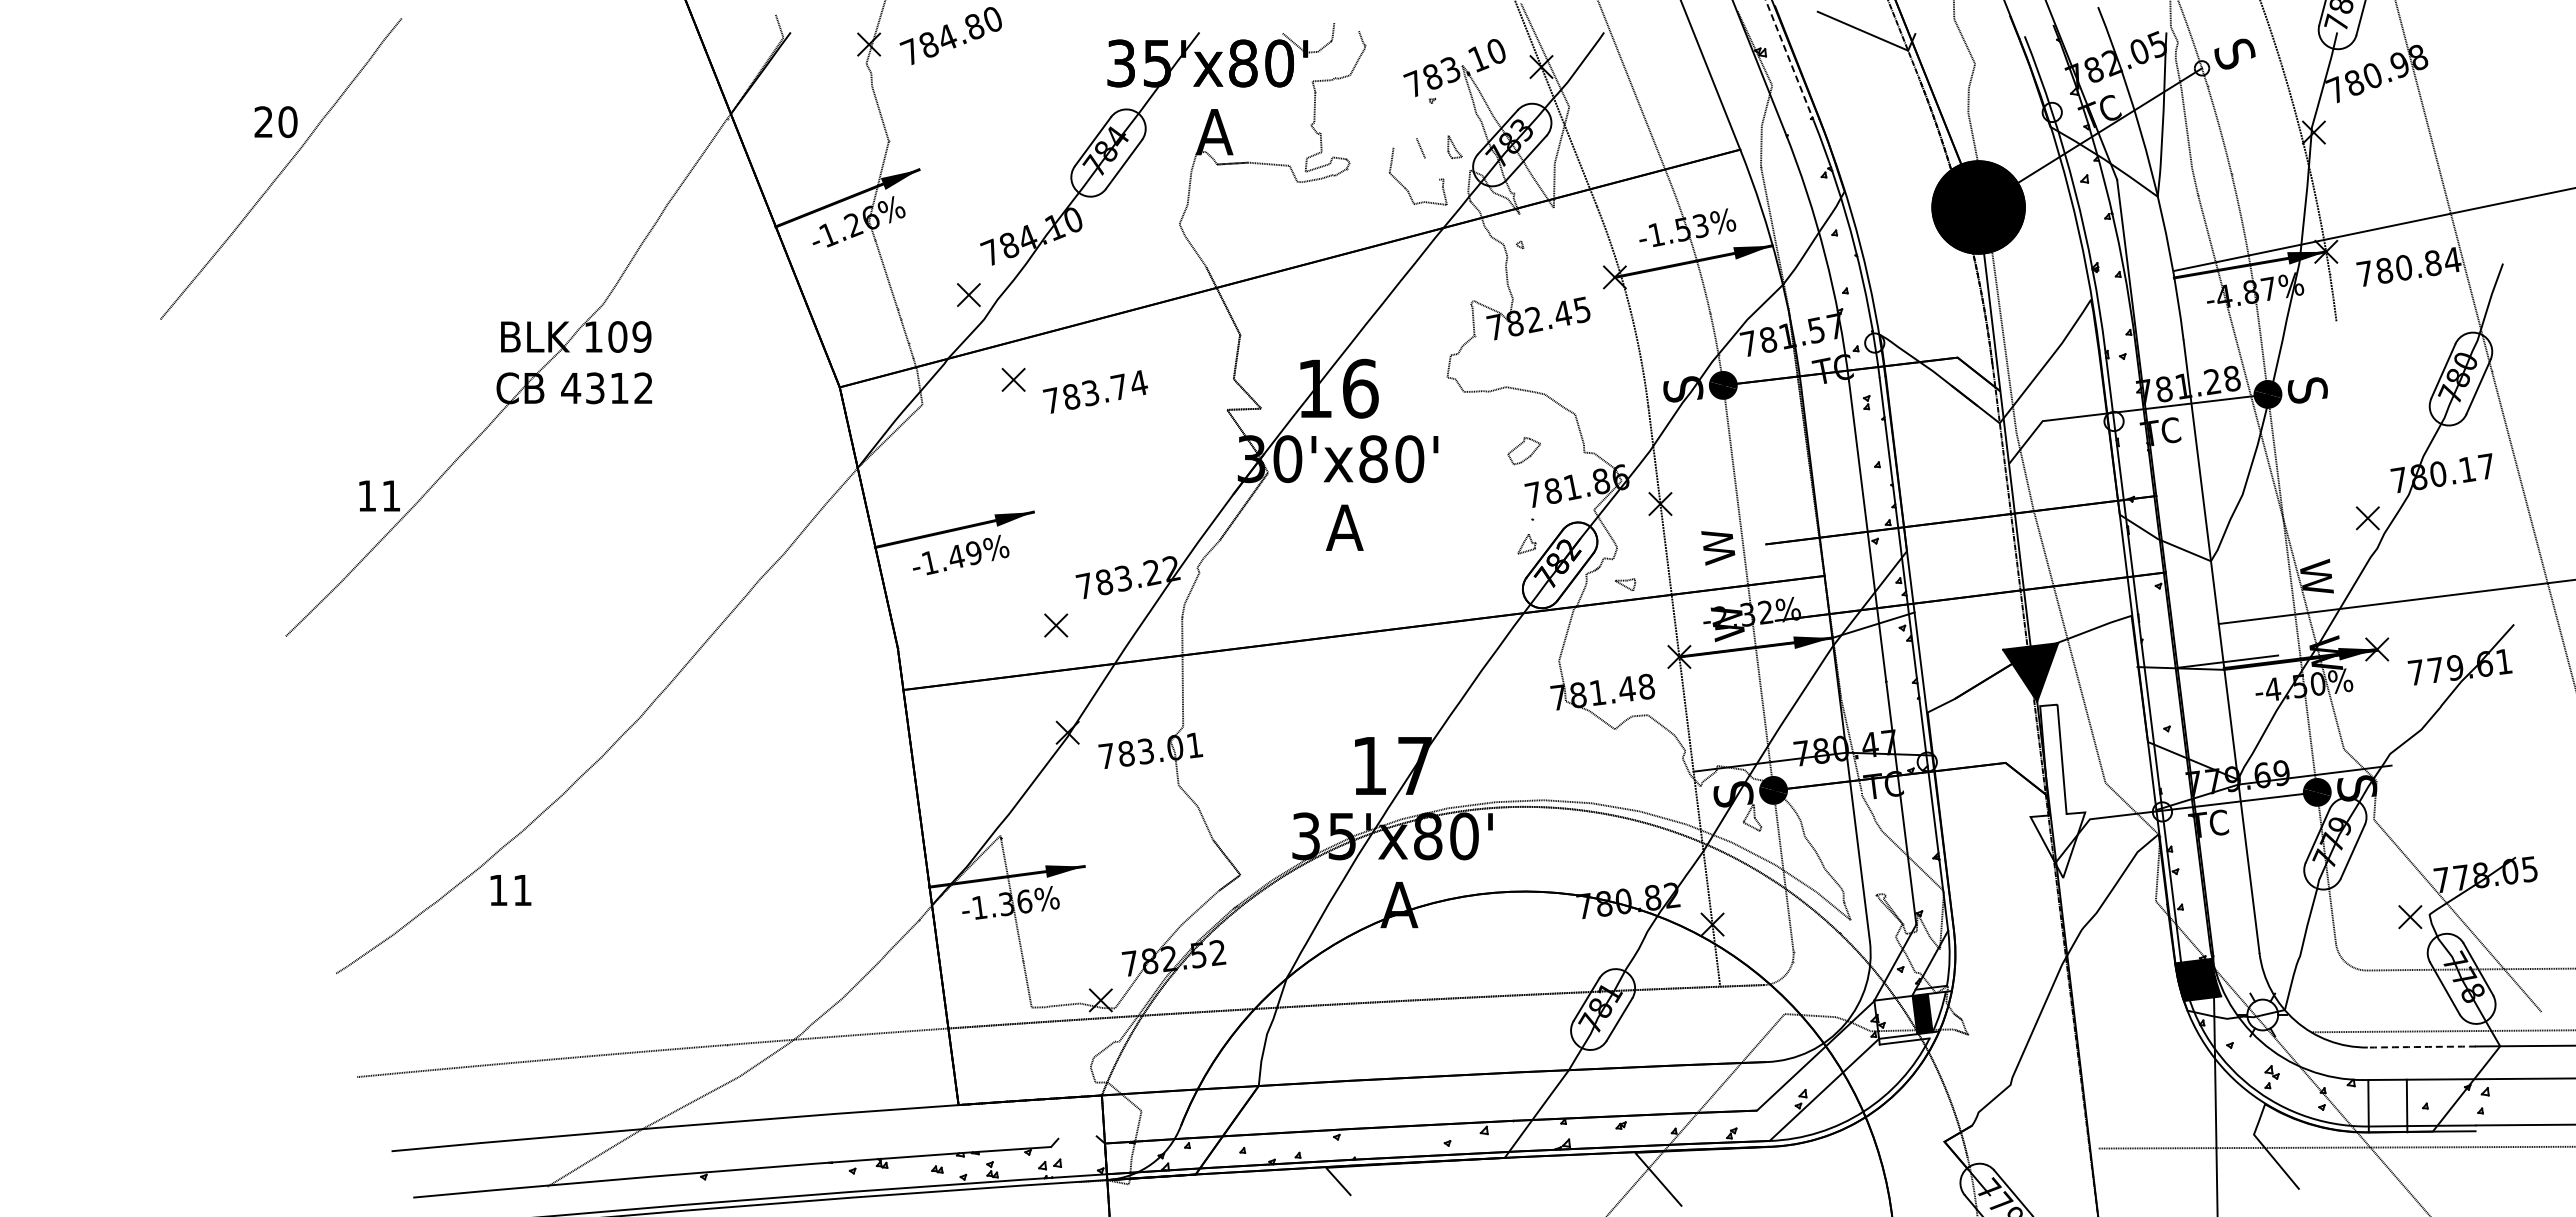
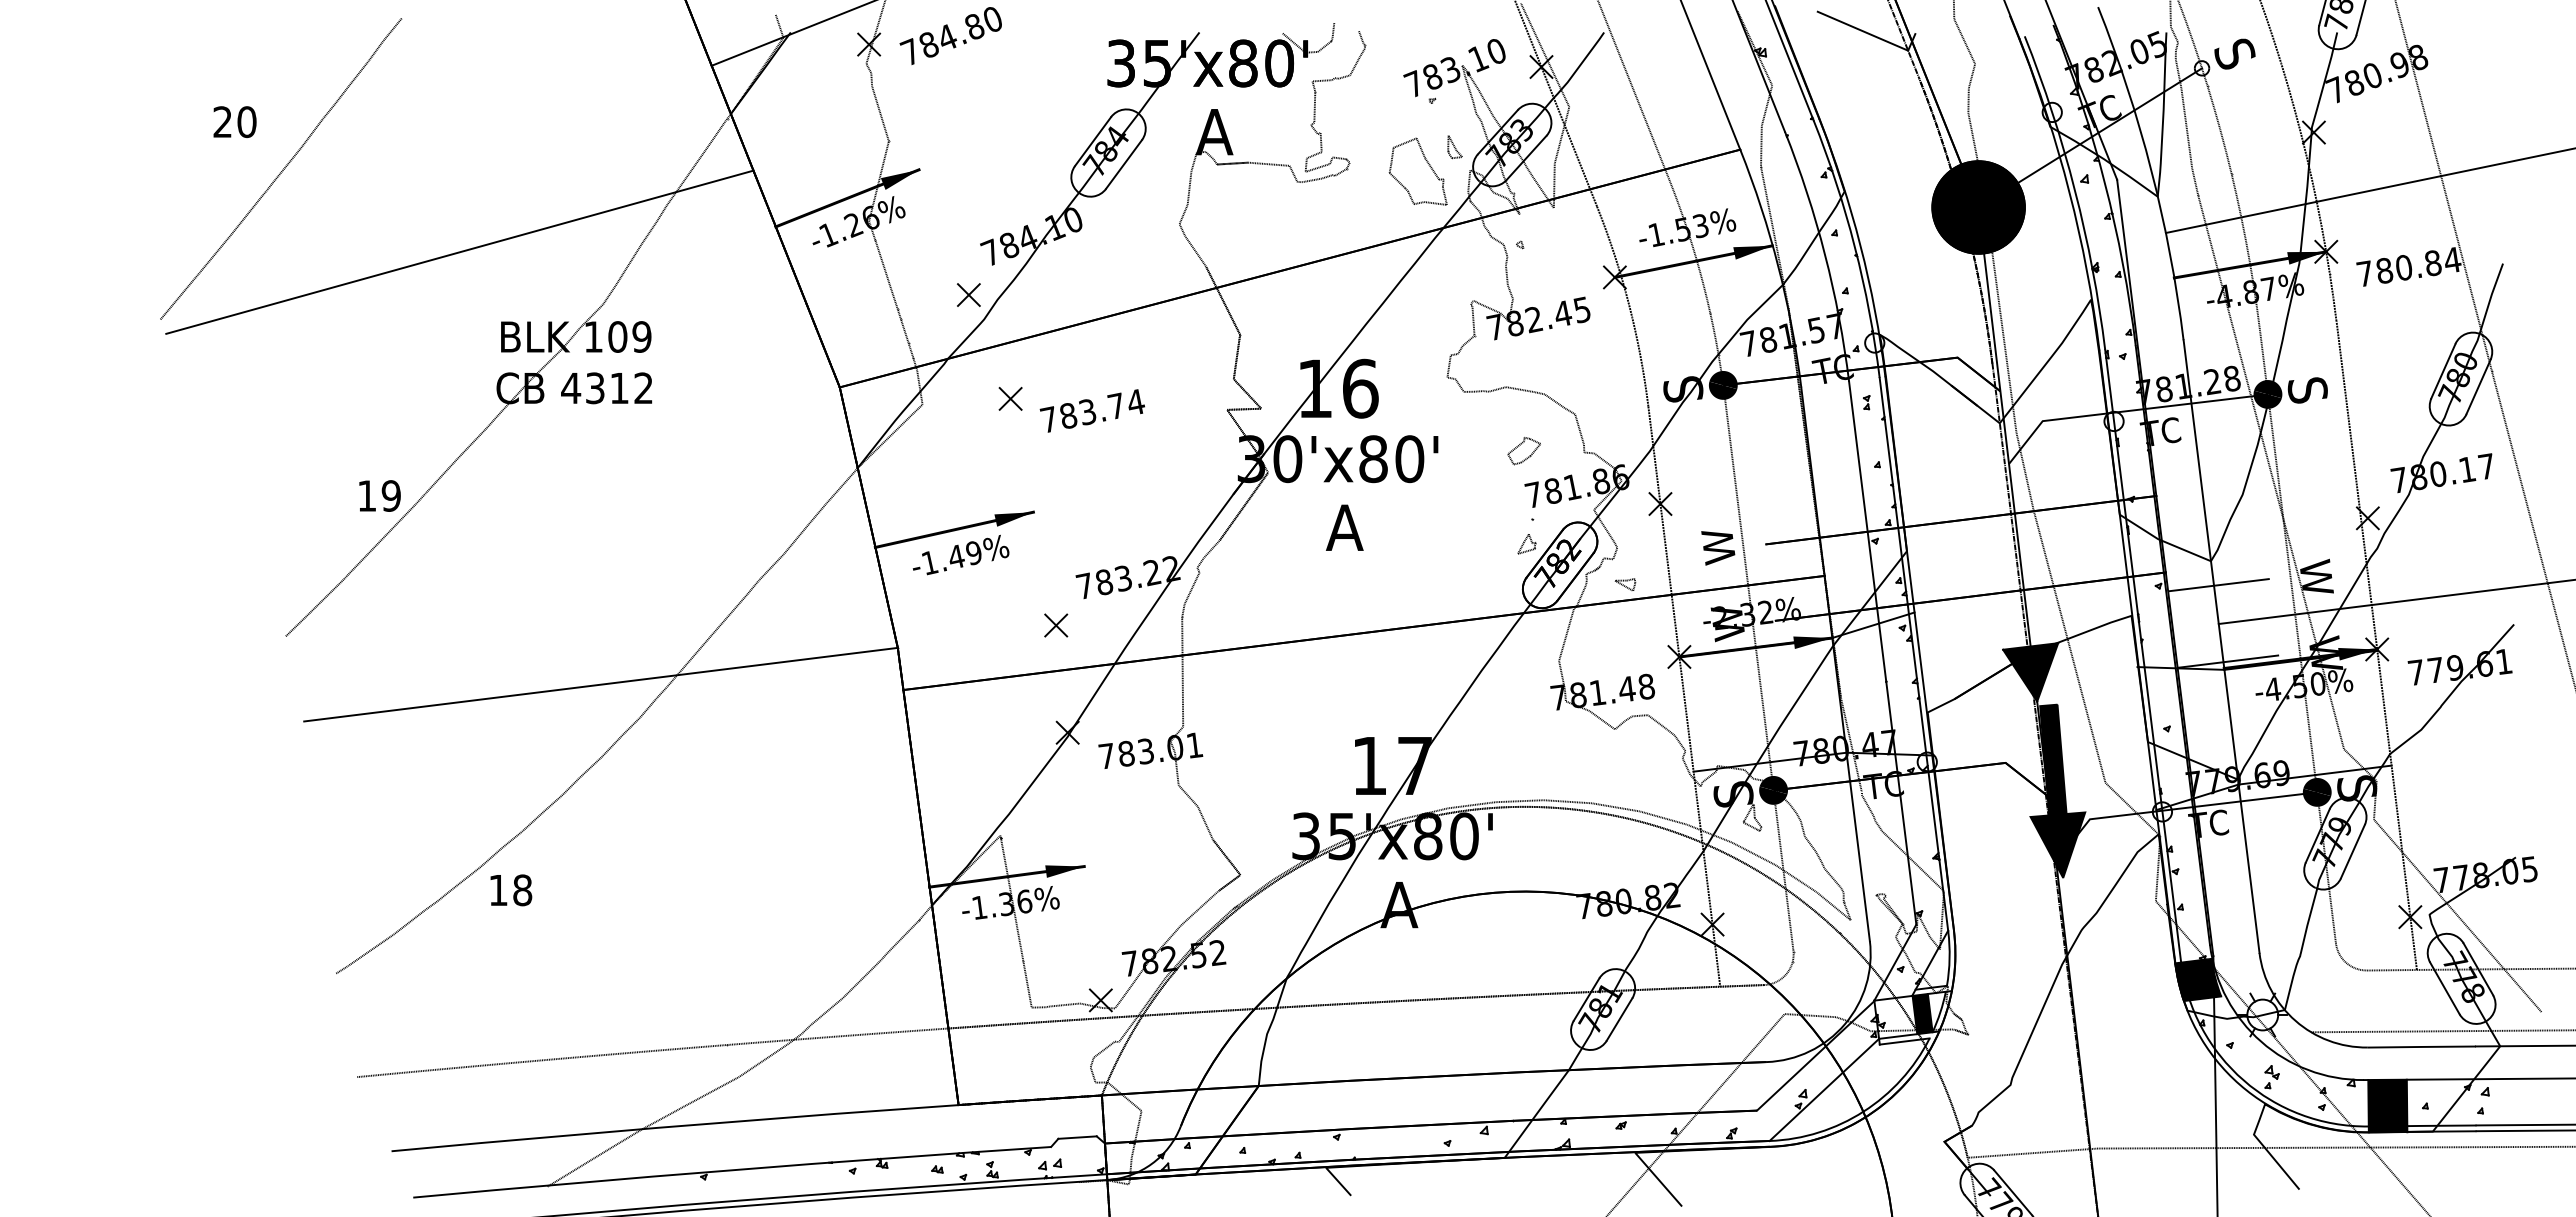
line at (791, 33): none -> present
line at (1789, 61): dashed -> solid
text at (275, 121) position: (275, 121) -> (234, 121)
line at (1404, 142): none -> present
line at (1432, 168): none -> present
line at (2372, 229) position: (2372, 229) -> (2368, 190)
line at (459, 251): none -> present
part at (1074, 390) position: (1074, 390) -> (1071, 409)
text at (390, 495): 11 -> 19
line at (2218, 585): none -> present
line at (2376, 645): none -> present
line at (600, 684): none -> present
fill at (2057, 790): none -> present
text at (522, 890): 11 -> 18
arc at (2421, 1046): dashed -> solid
fill at (2387, 1105): none -> present
line at (2524, 1130): none -> present
line at (1077, 1137): none -> present
line at (2032, 1152): none -> present
